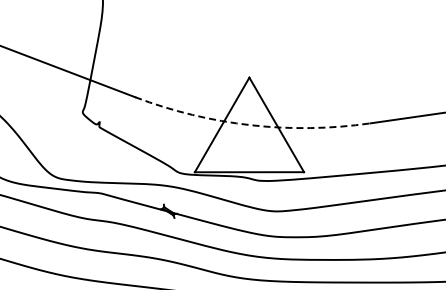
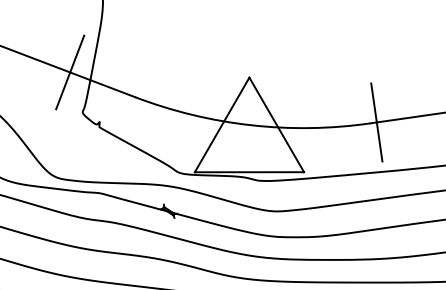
line at (70, 72): none -> present
line at (376, 122): none -> present
arc at (251, 125): dashed -> solid
